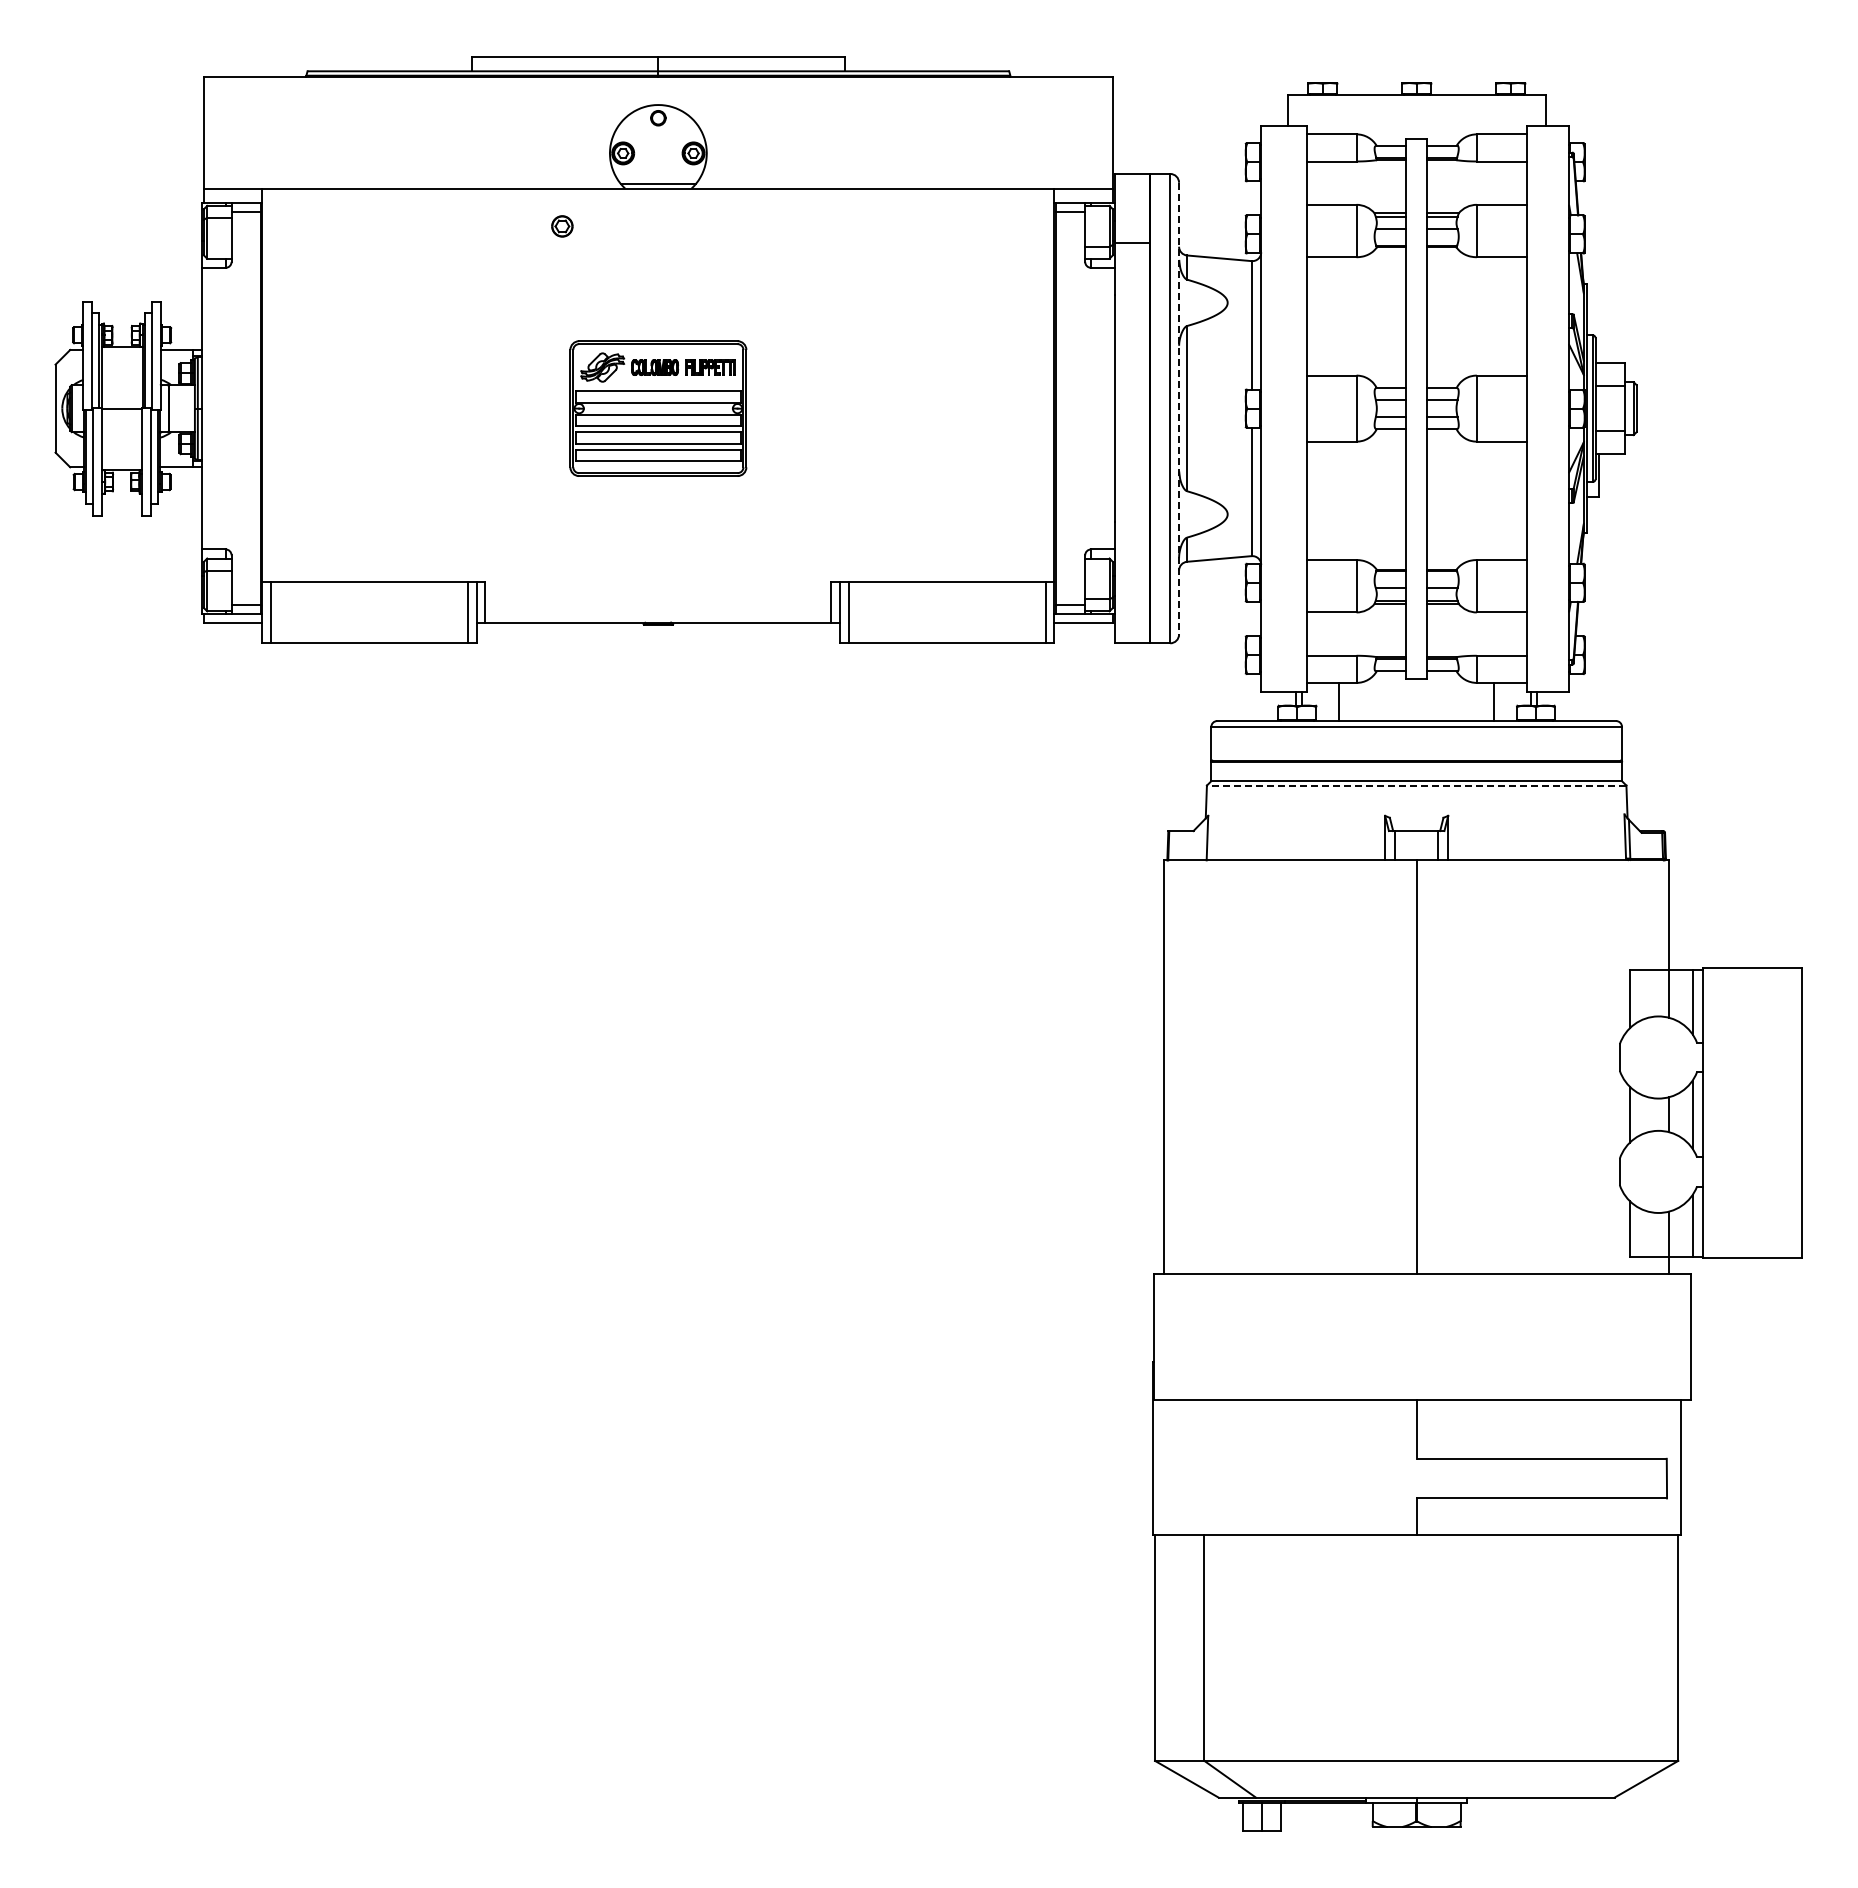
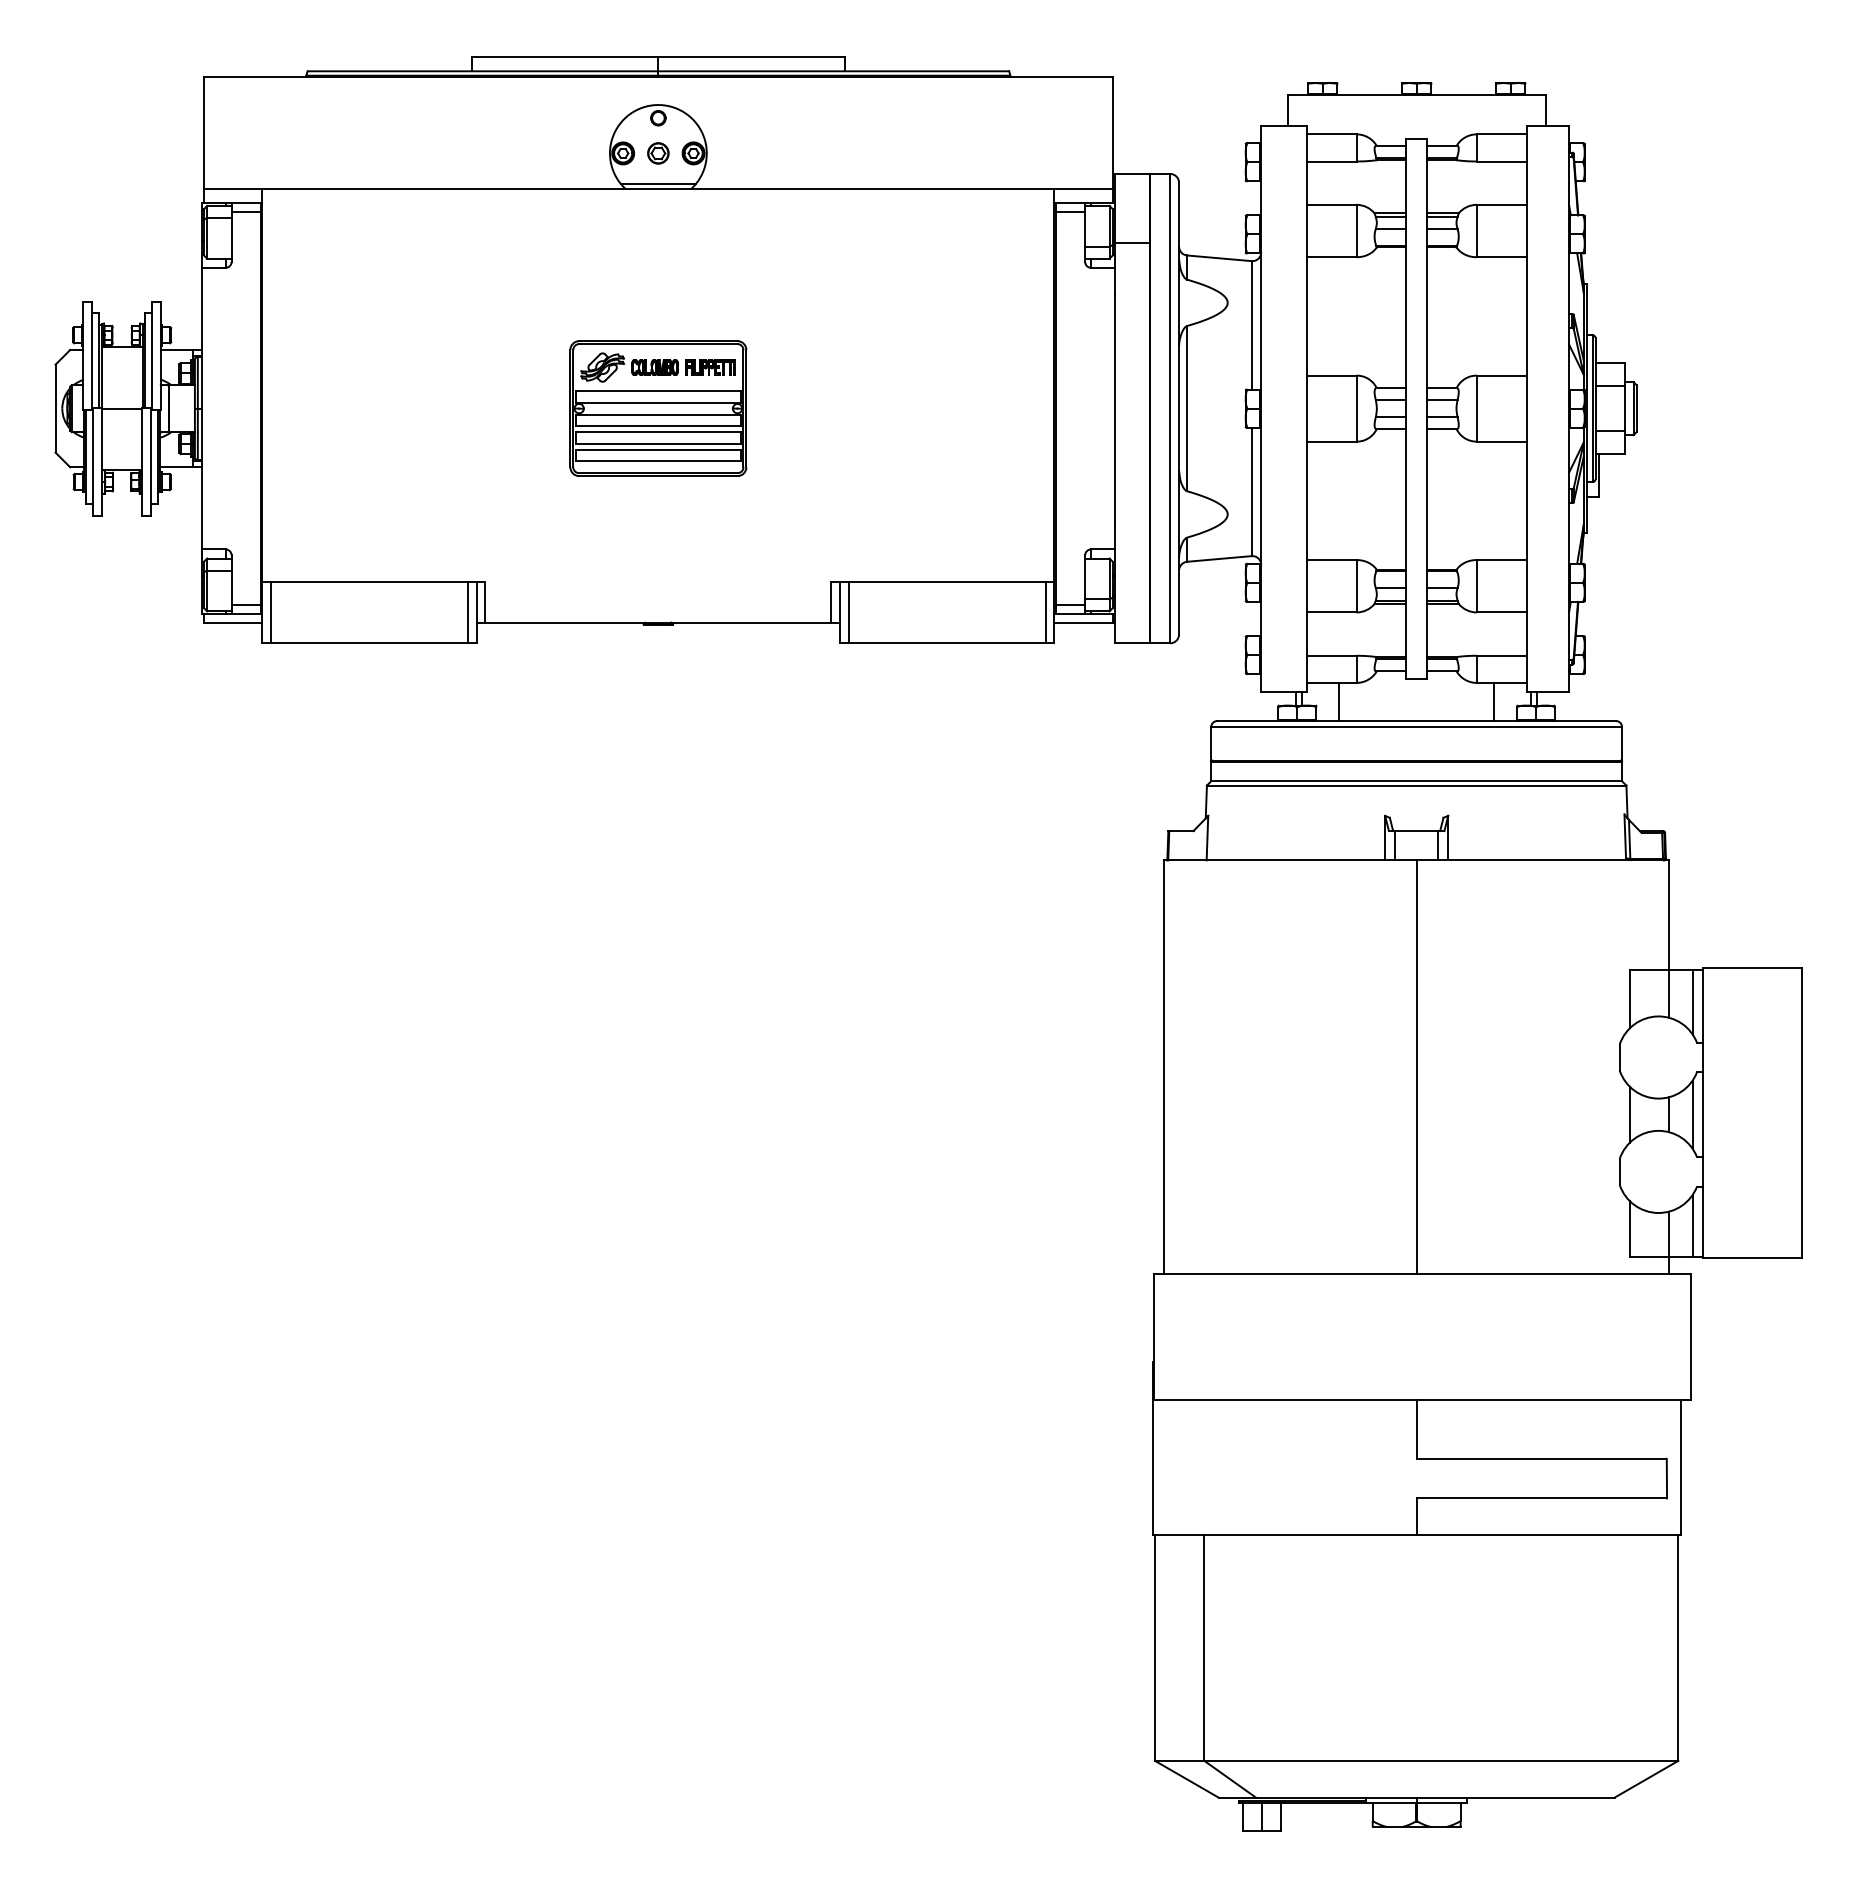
part at (562, 226) position: (562, 226) -> (658, 153)
line at (1179, 408): dashed -> solid
line at (1416, 785): dashed -> solid
